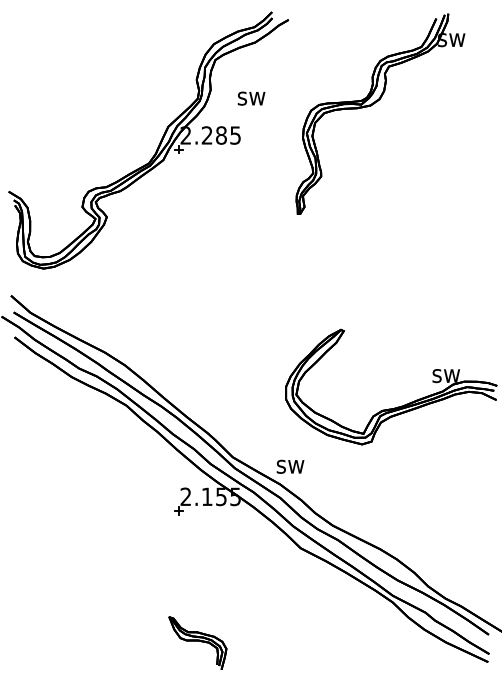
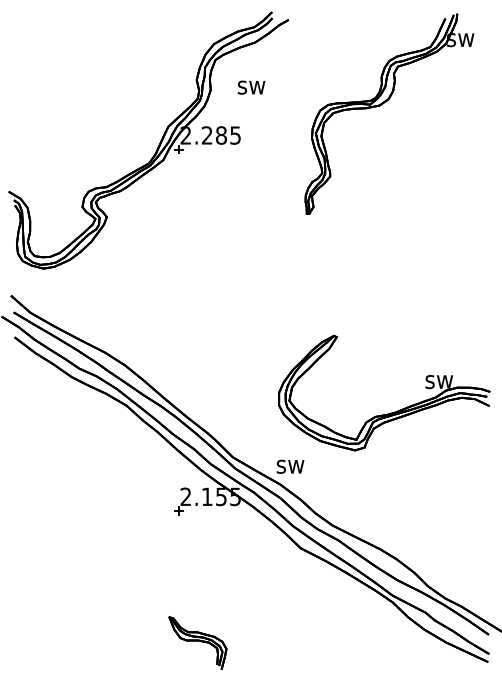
text at (251, 98) position: (251, 98) -> (251, 87)
part at (374, 104) position: (374, 104) -> (383, 104)
part at (398, 406) position: (398, 406) -> (391, 412)
